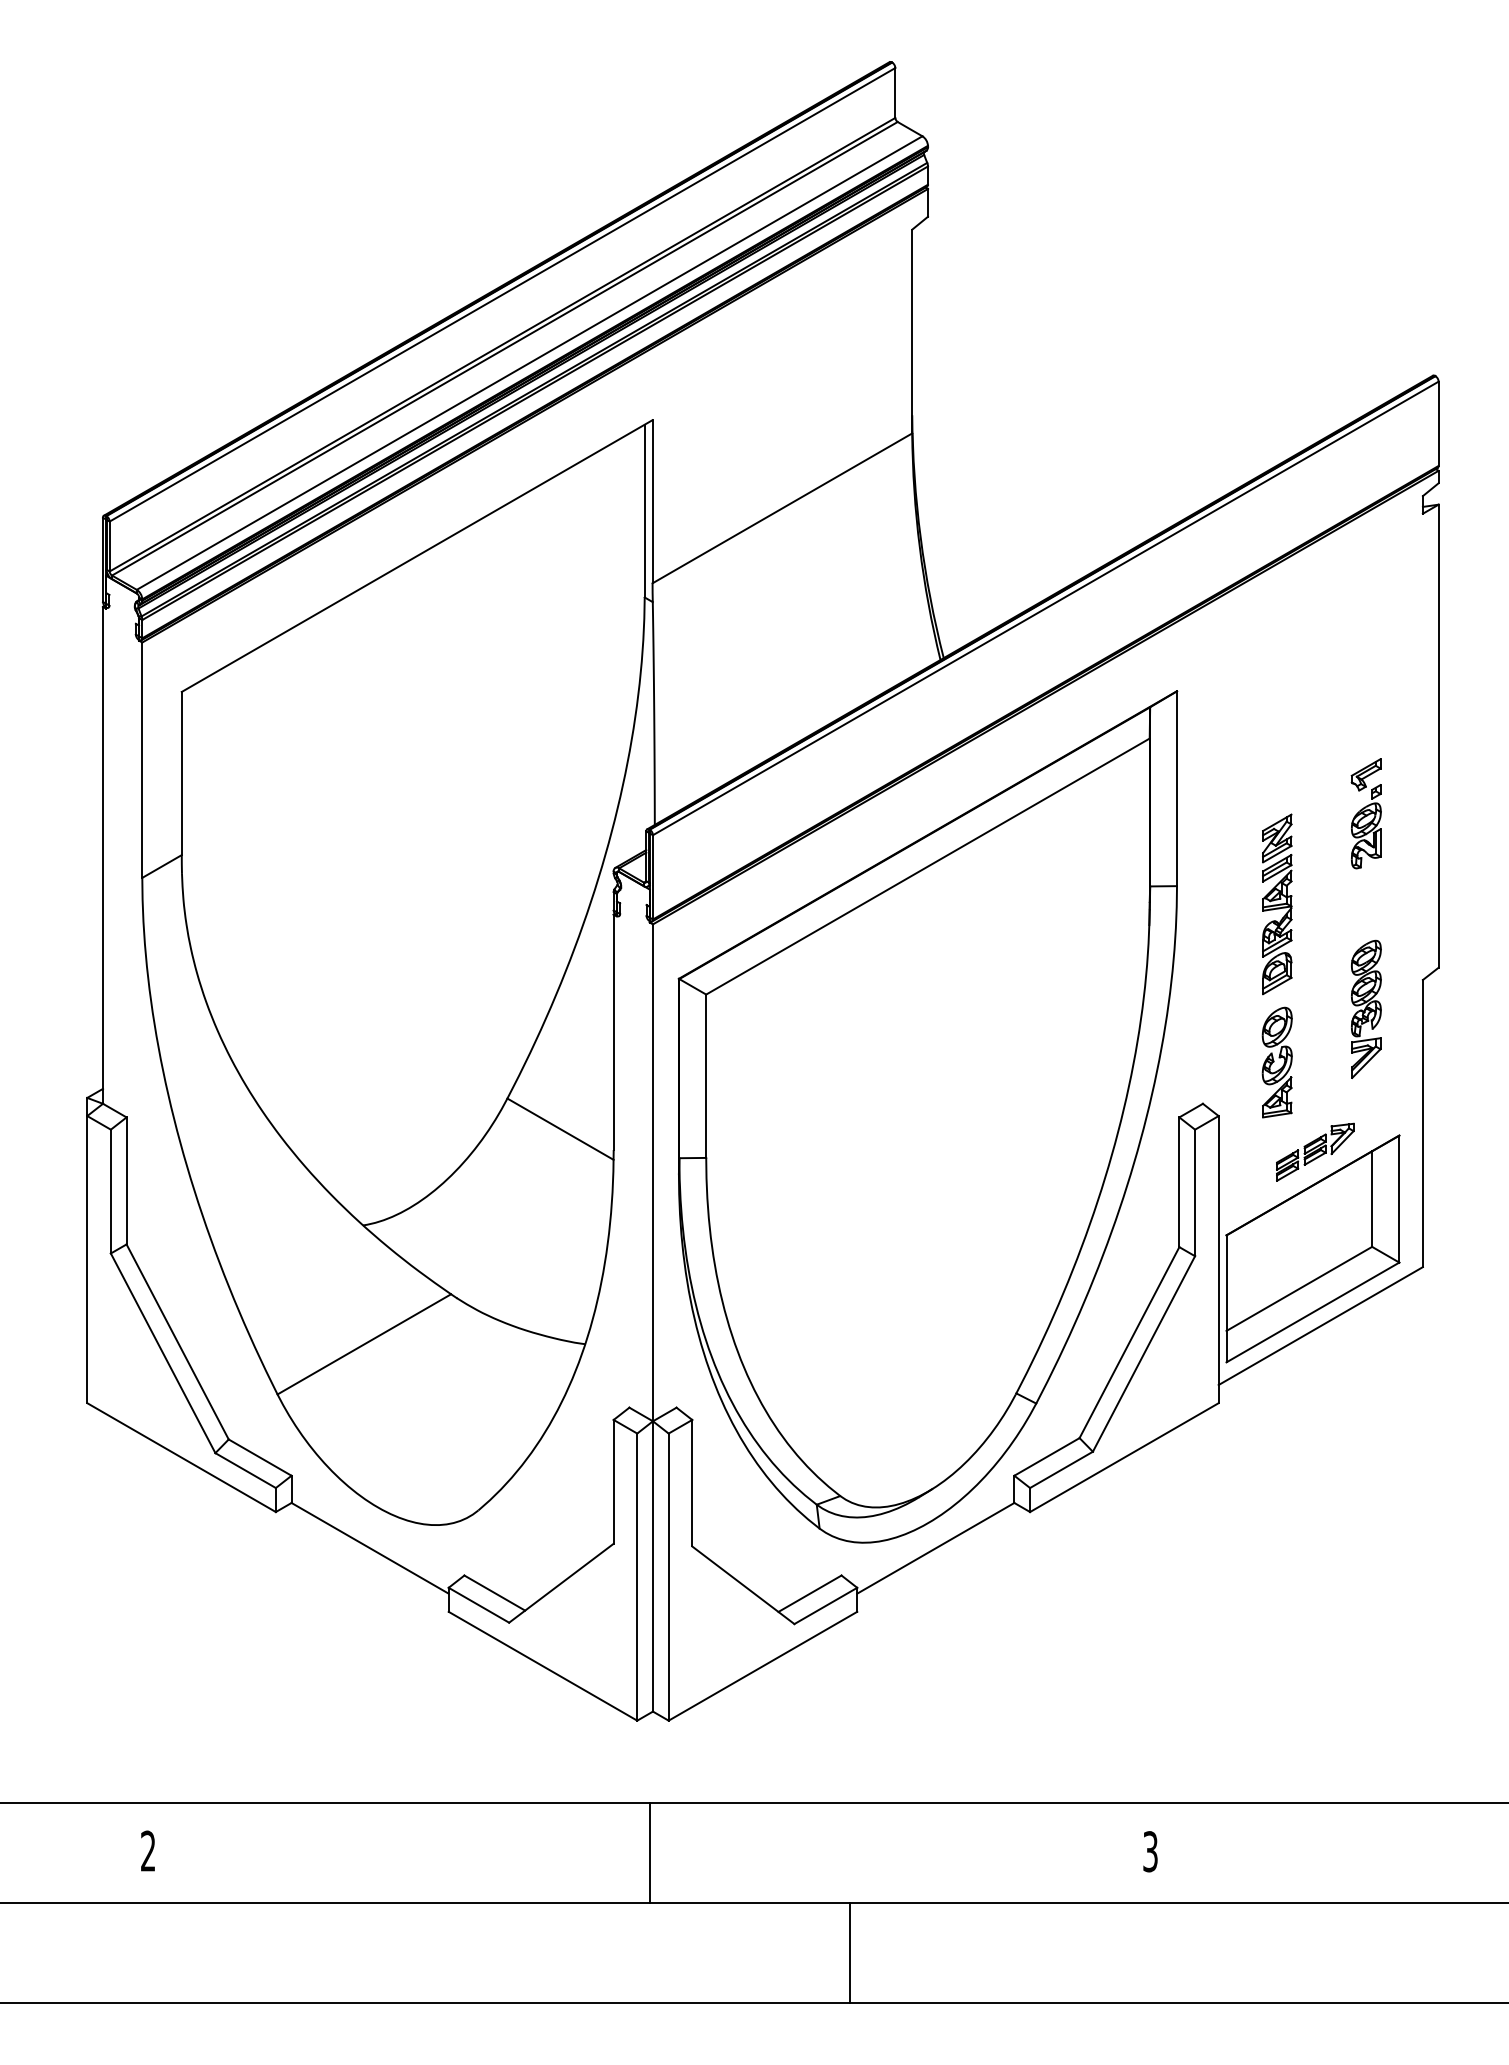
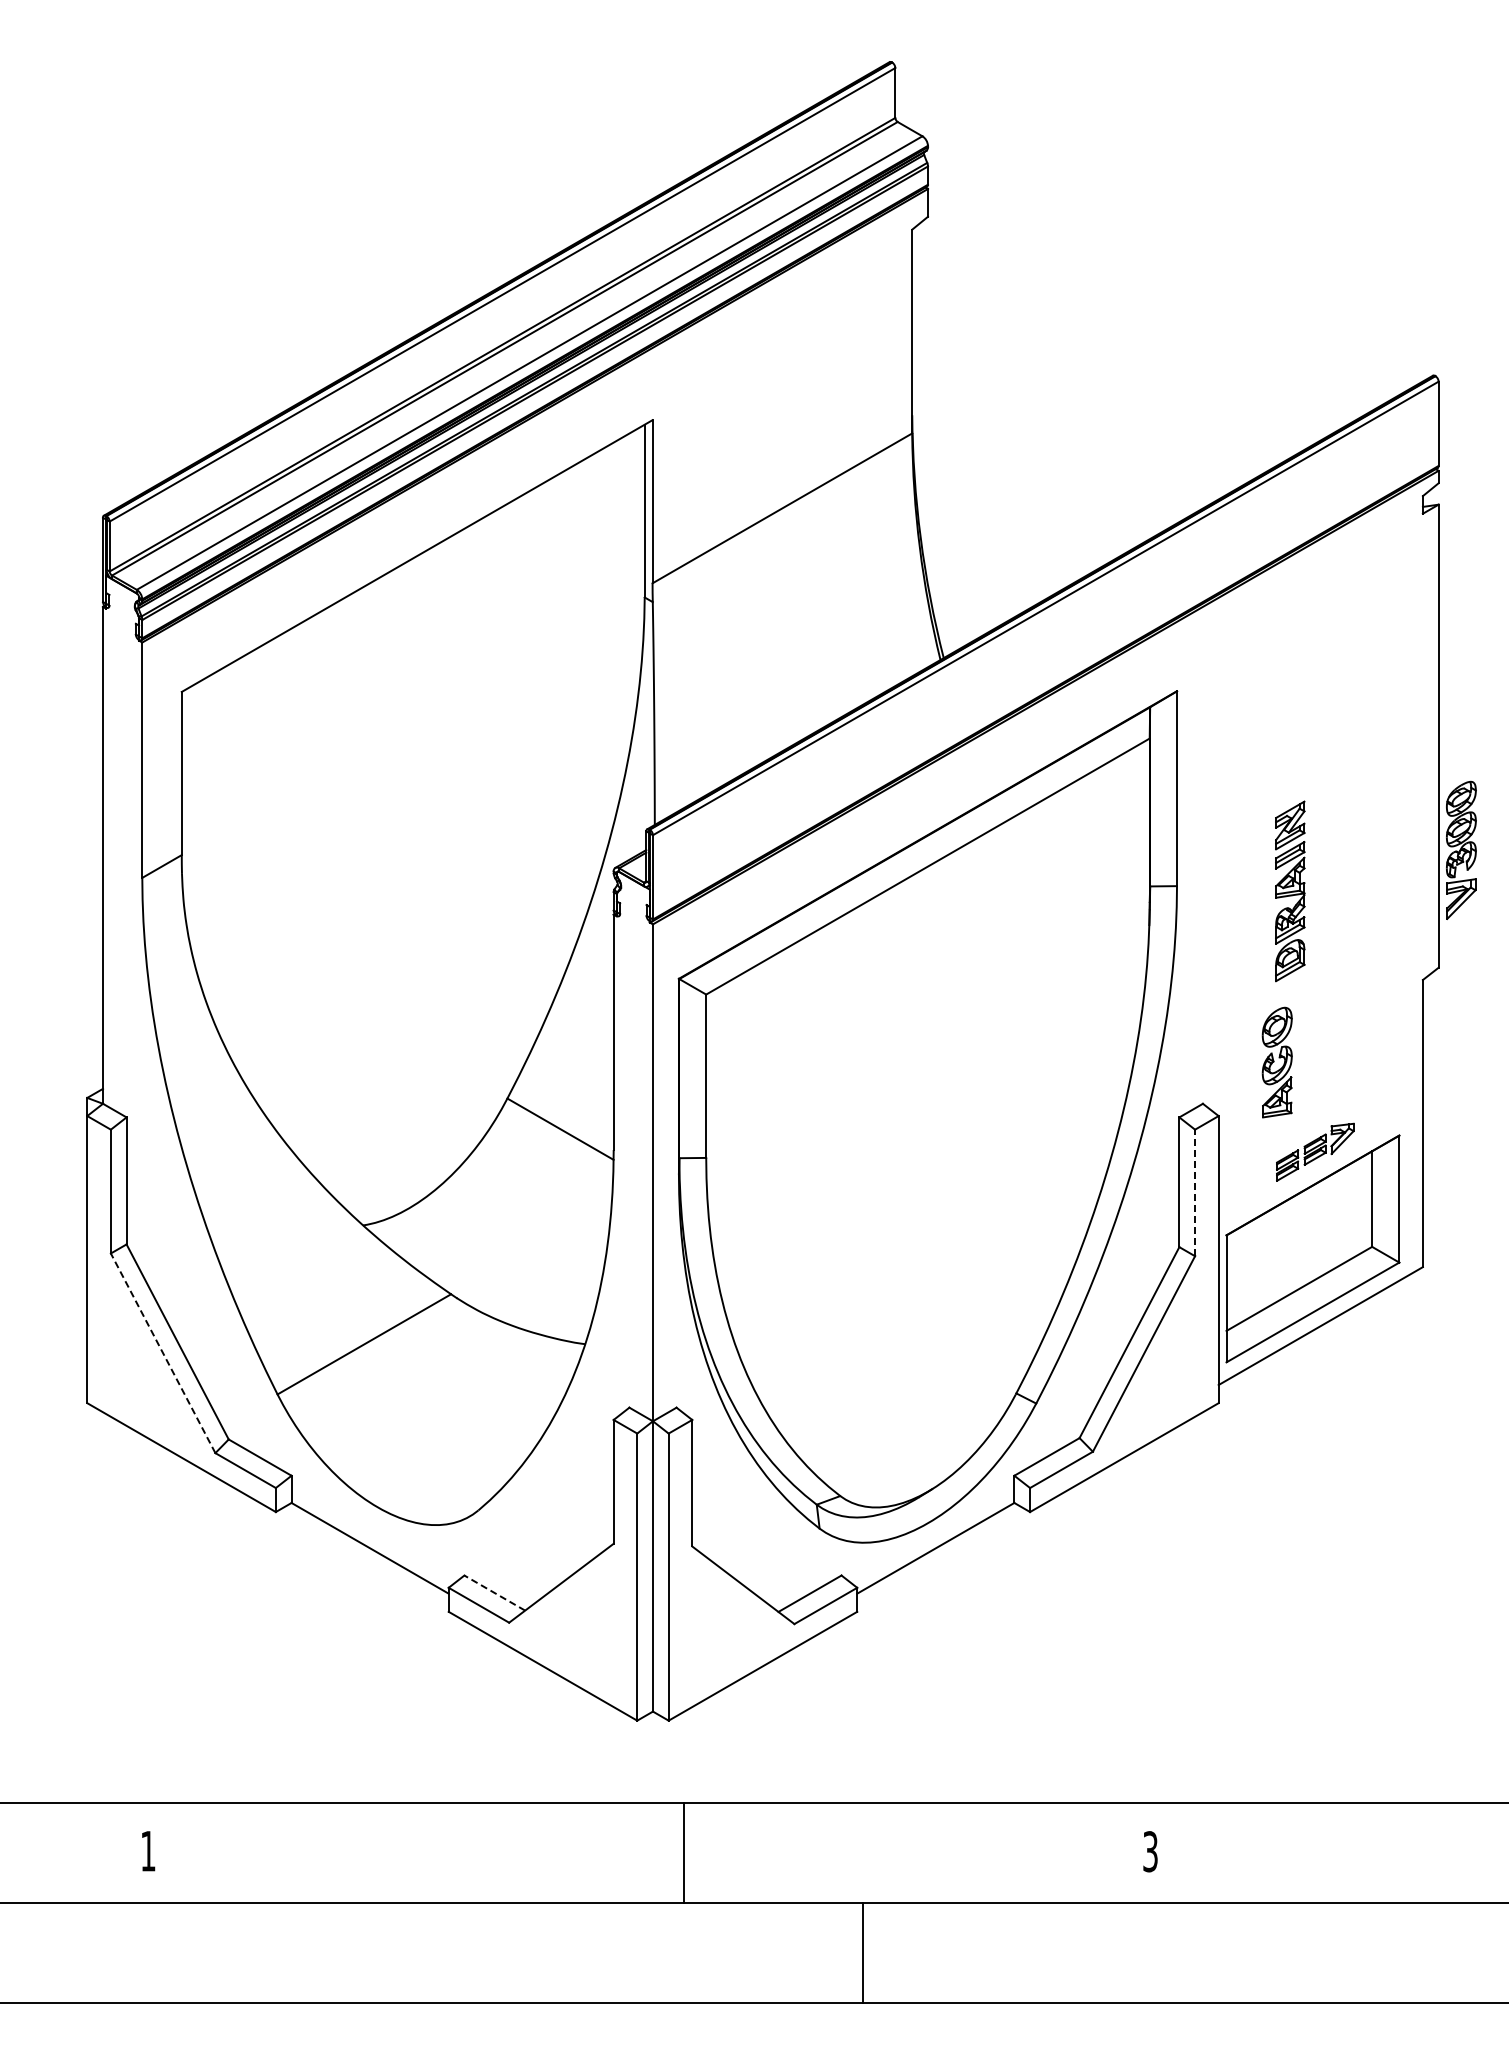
part at (1365, 813): present -> none
part at (1277, 904) position: (1277, 904) -> (1290, 891)
part at (1366, 1008) position: (1366, 1008) -> (1461, 849)
line at (1195, 1192): solid -> dashed
line at (163, 1353): solid -> dashed
line at (494, 1592): solid -> dashed
text at (148, 1850): 2 -> 1
line at (649, 1853) position: (649, 1853) -> (683, 1853)
line at (849, 1953) position: (849, 1953) -> (862, 1953)
